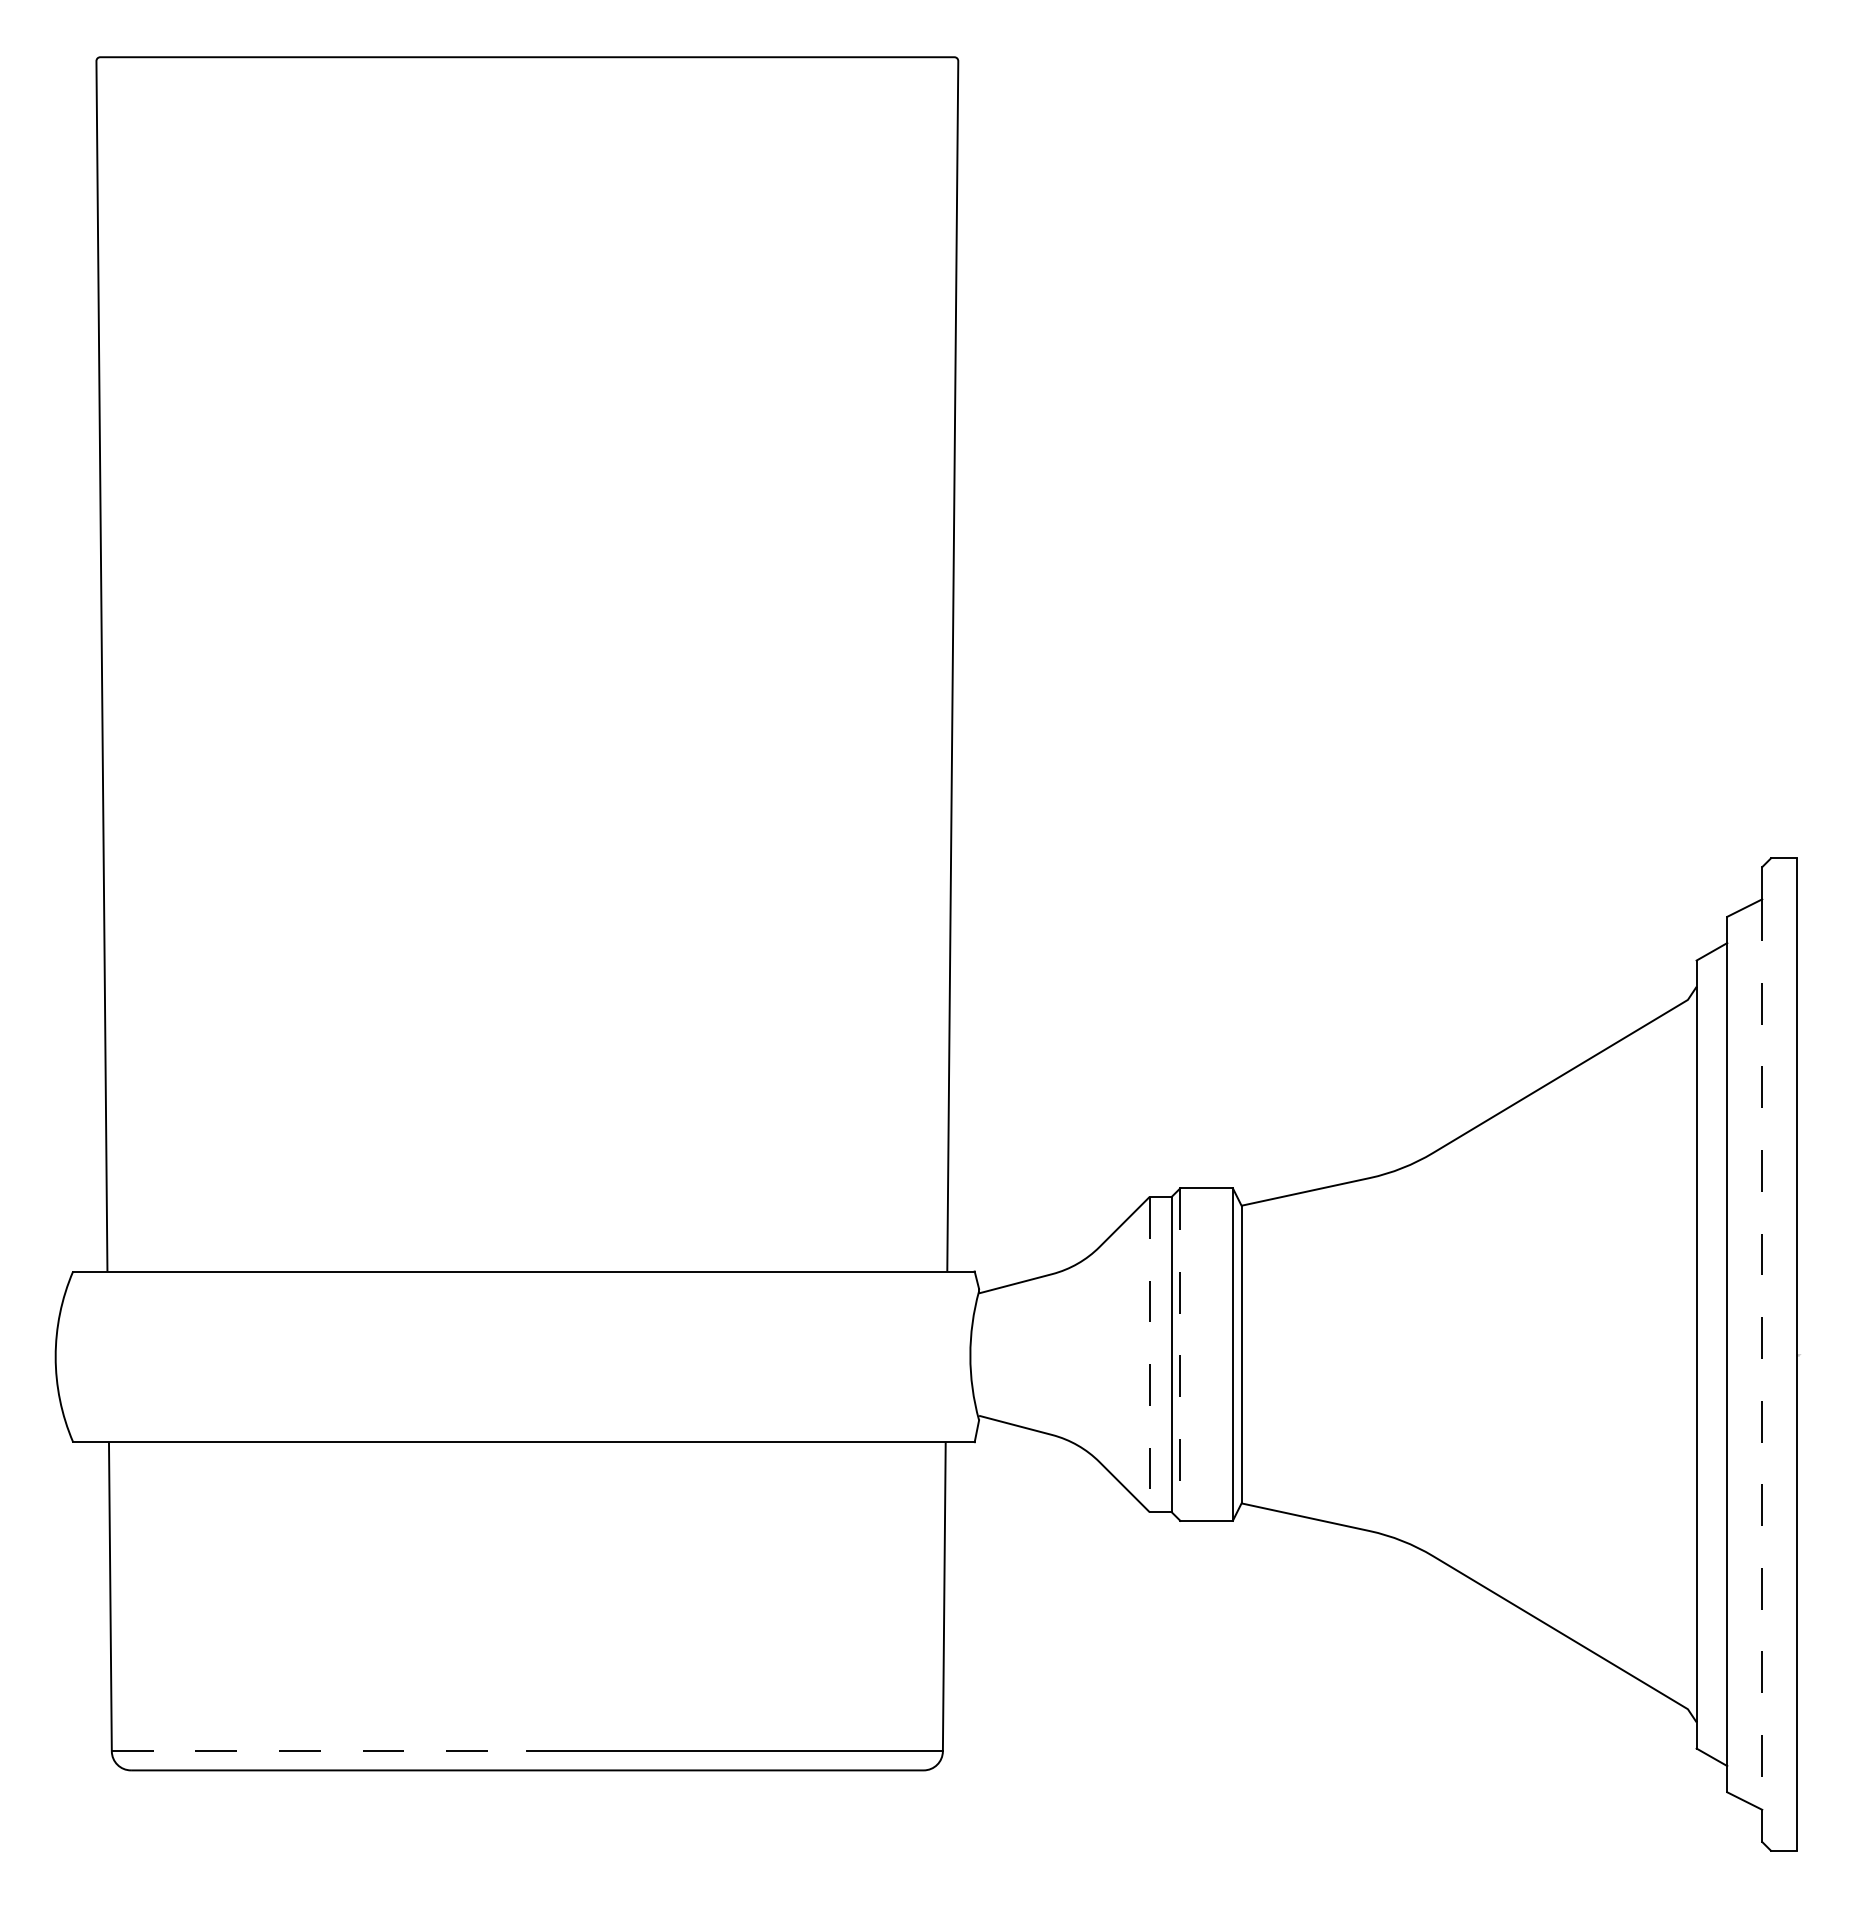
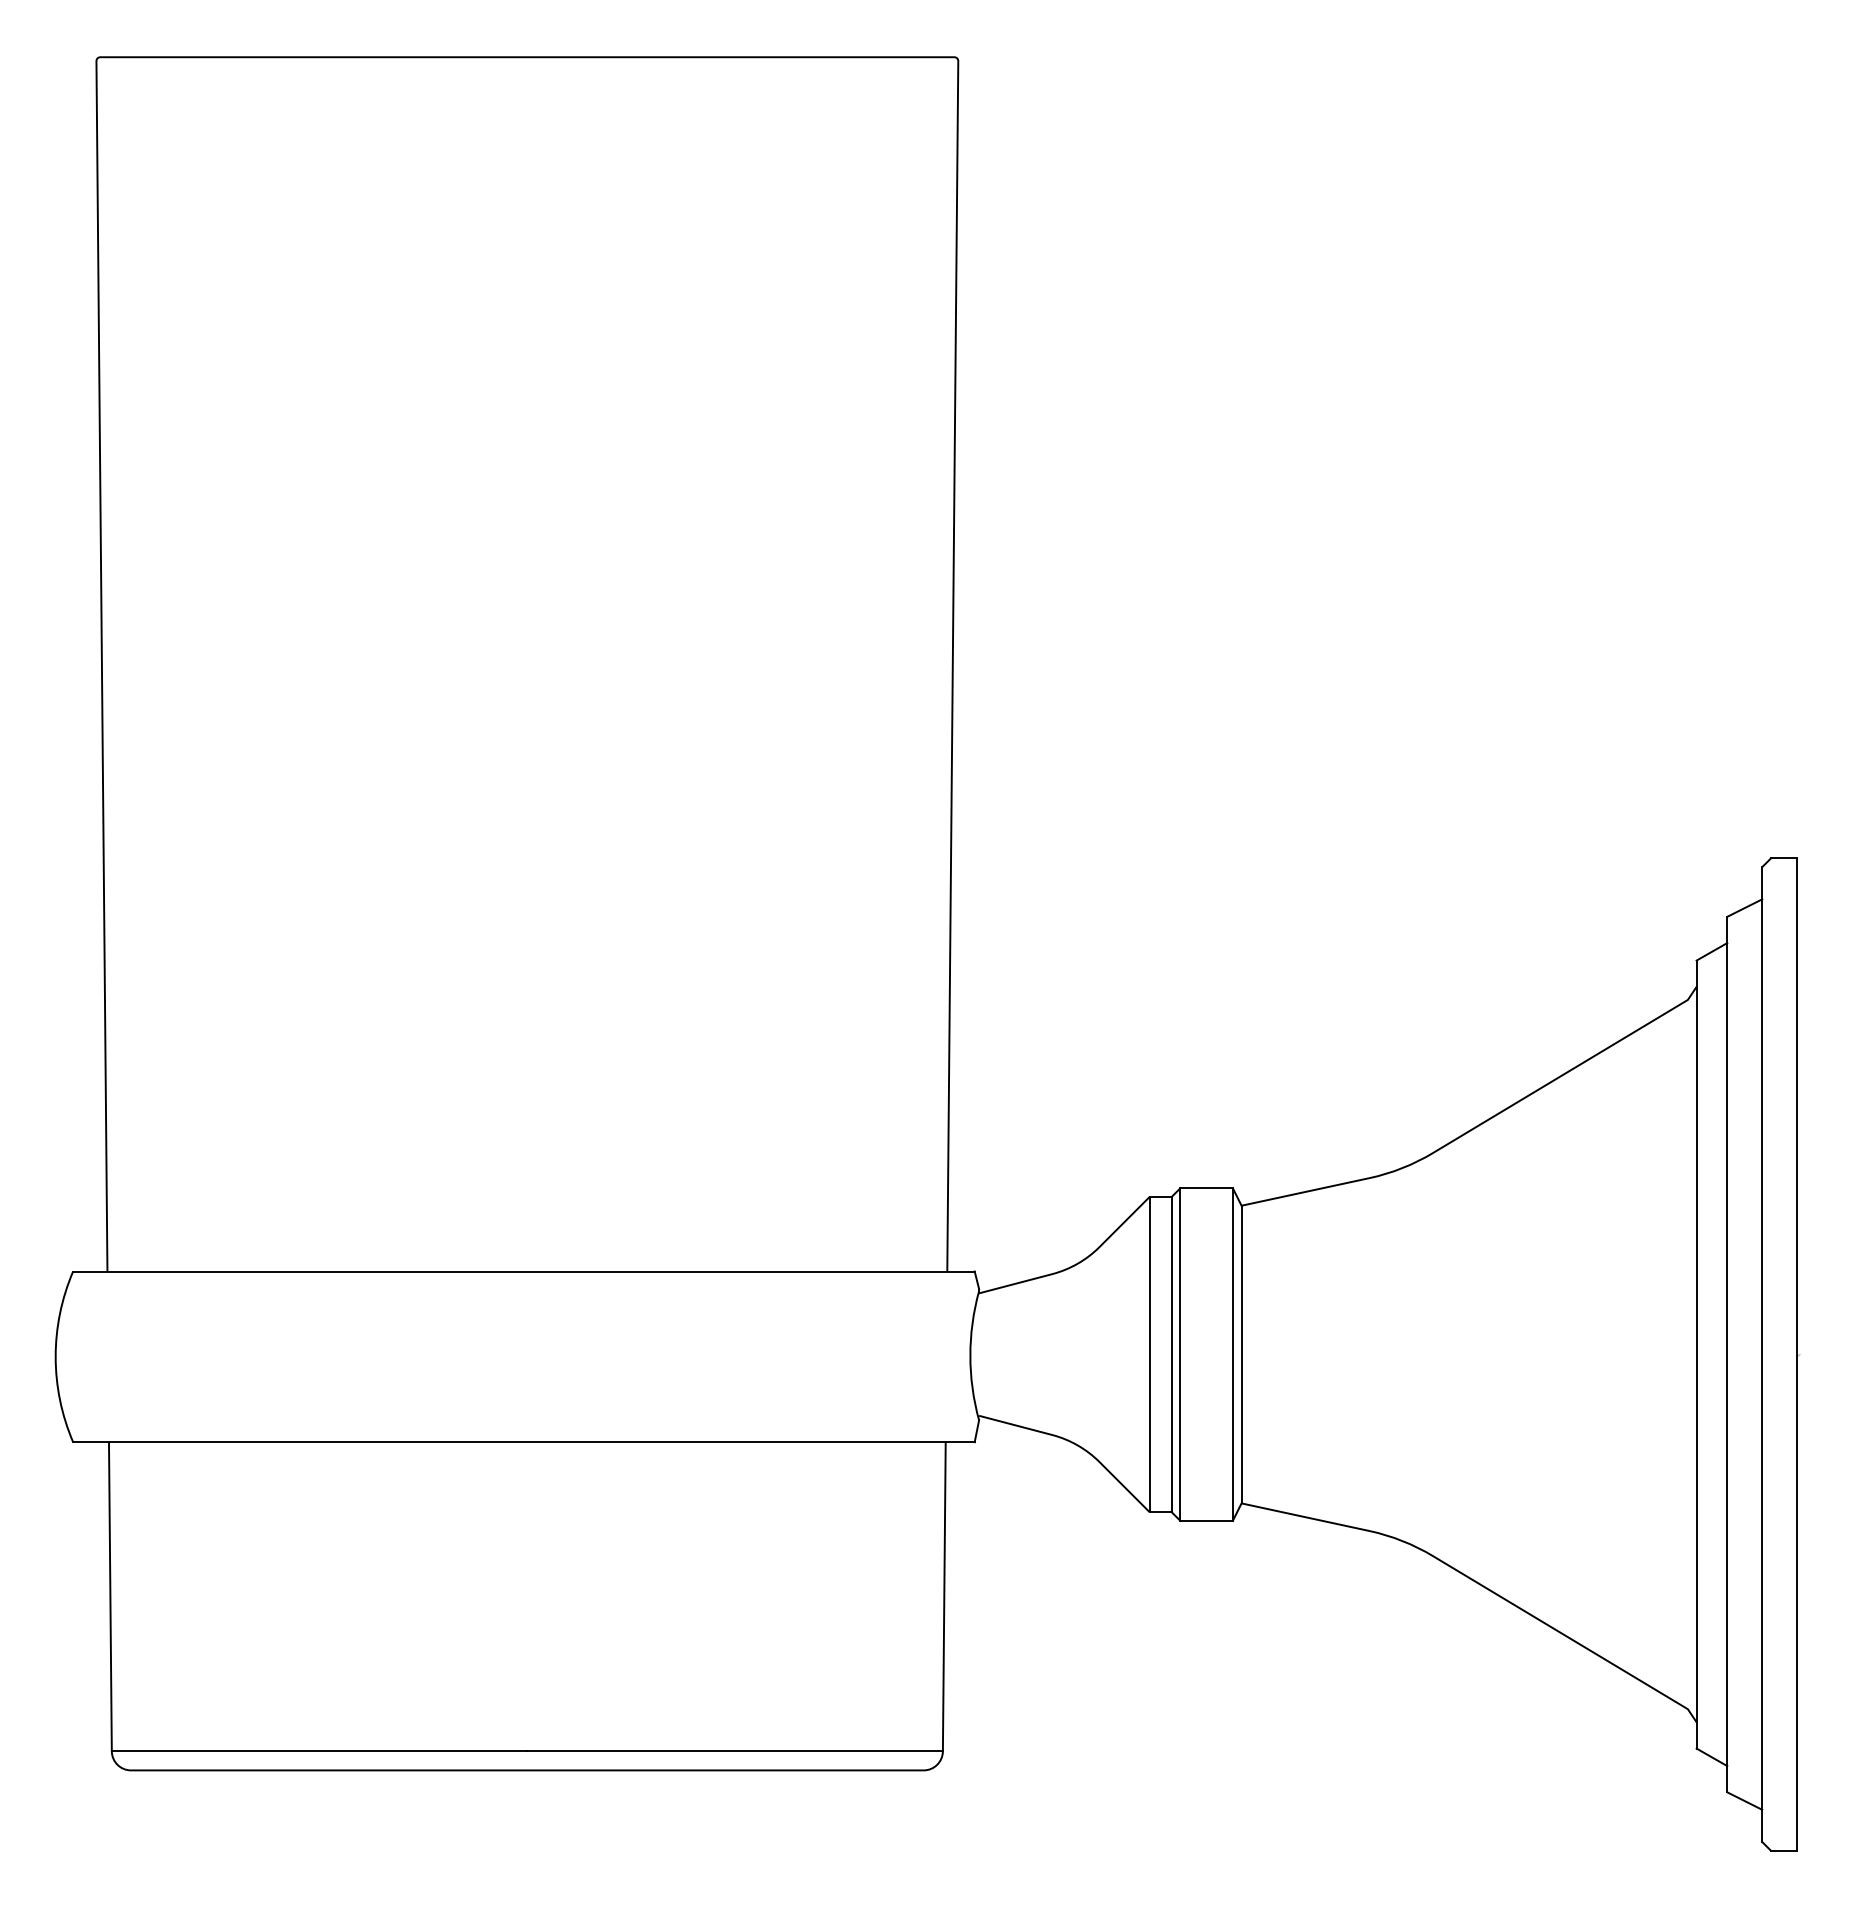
line at (1149, 1354): dashed -> solid
line at (1180, 1354): dashed -> solid
line at (1762, 1354): dashed -> solid
line at (319, 1751): dashed -> solid
